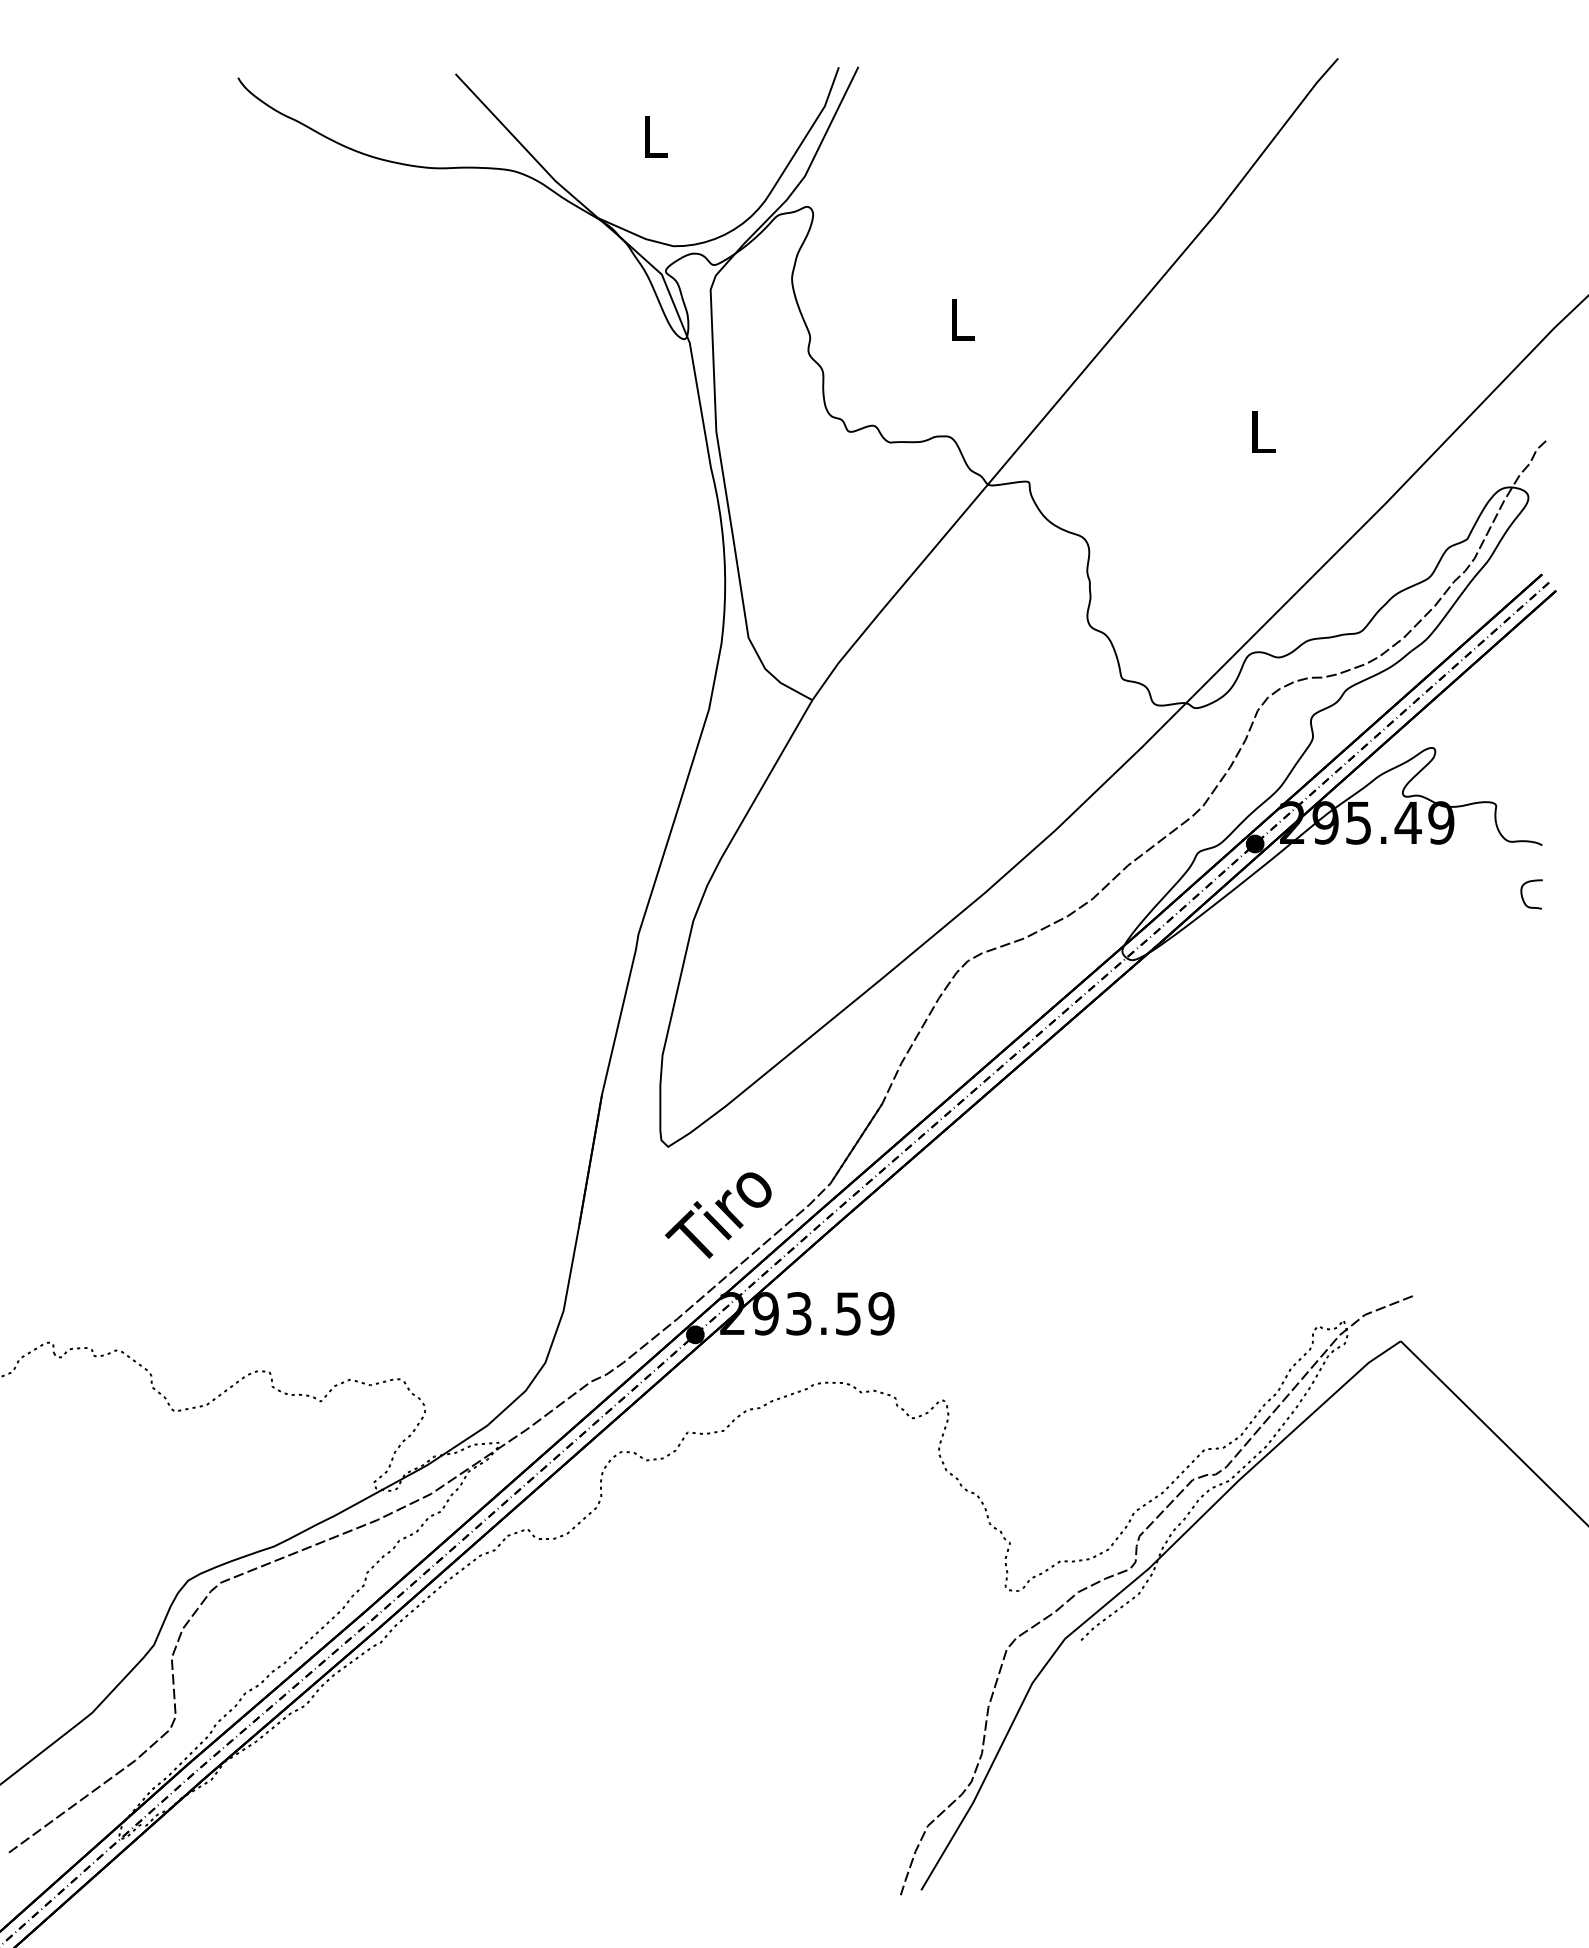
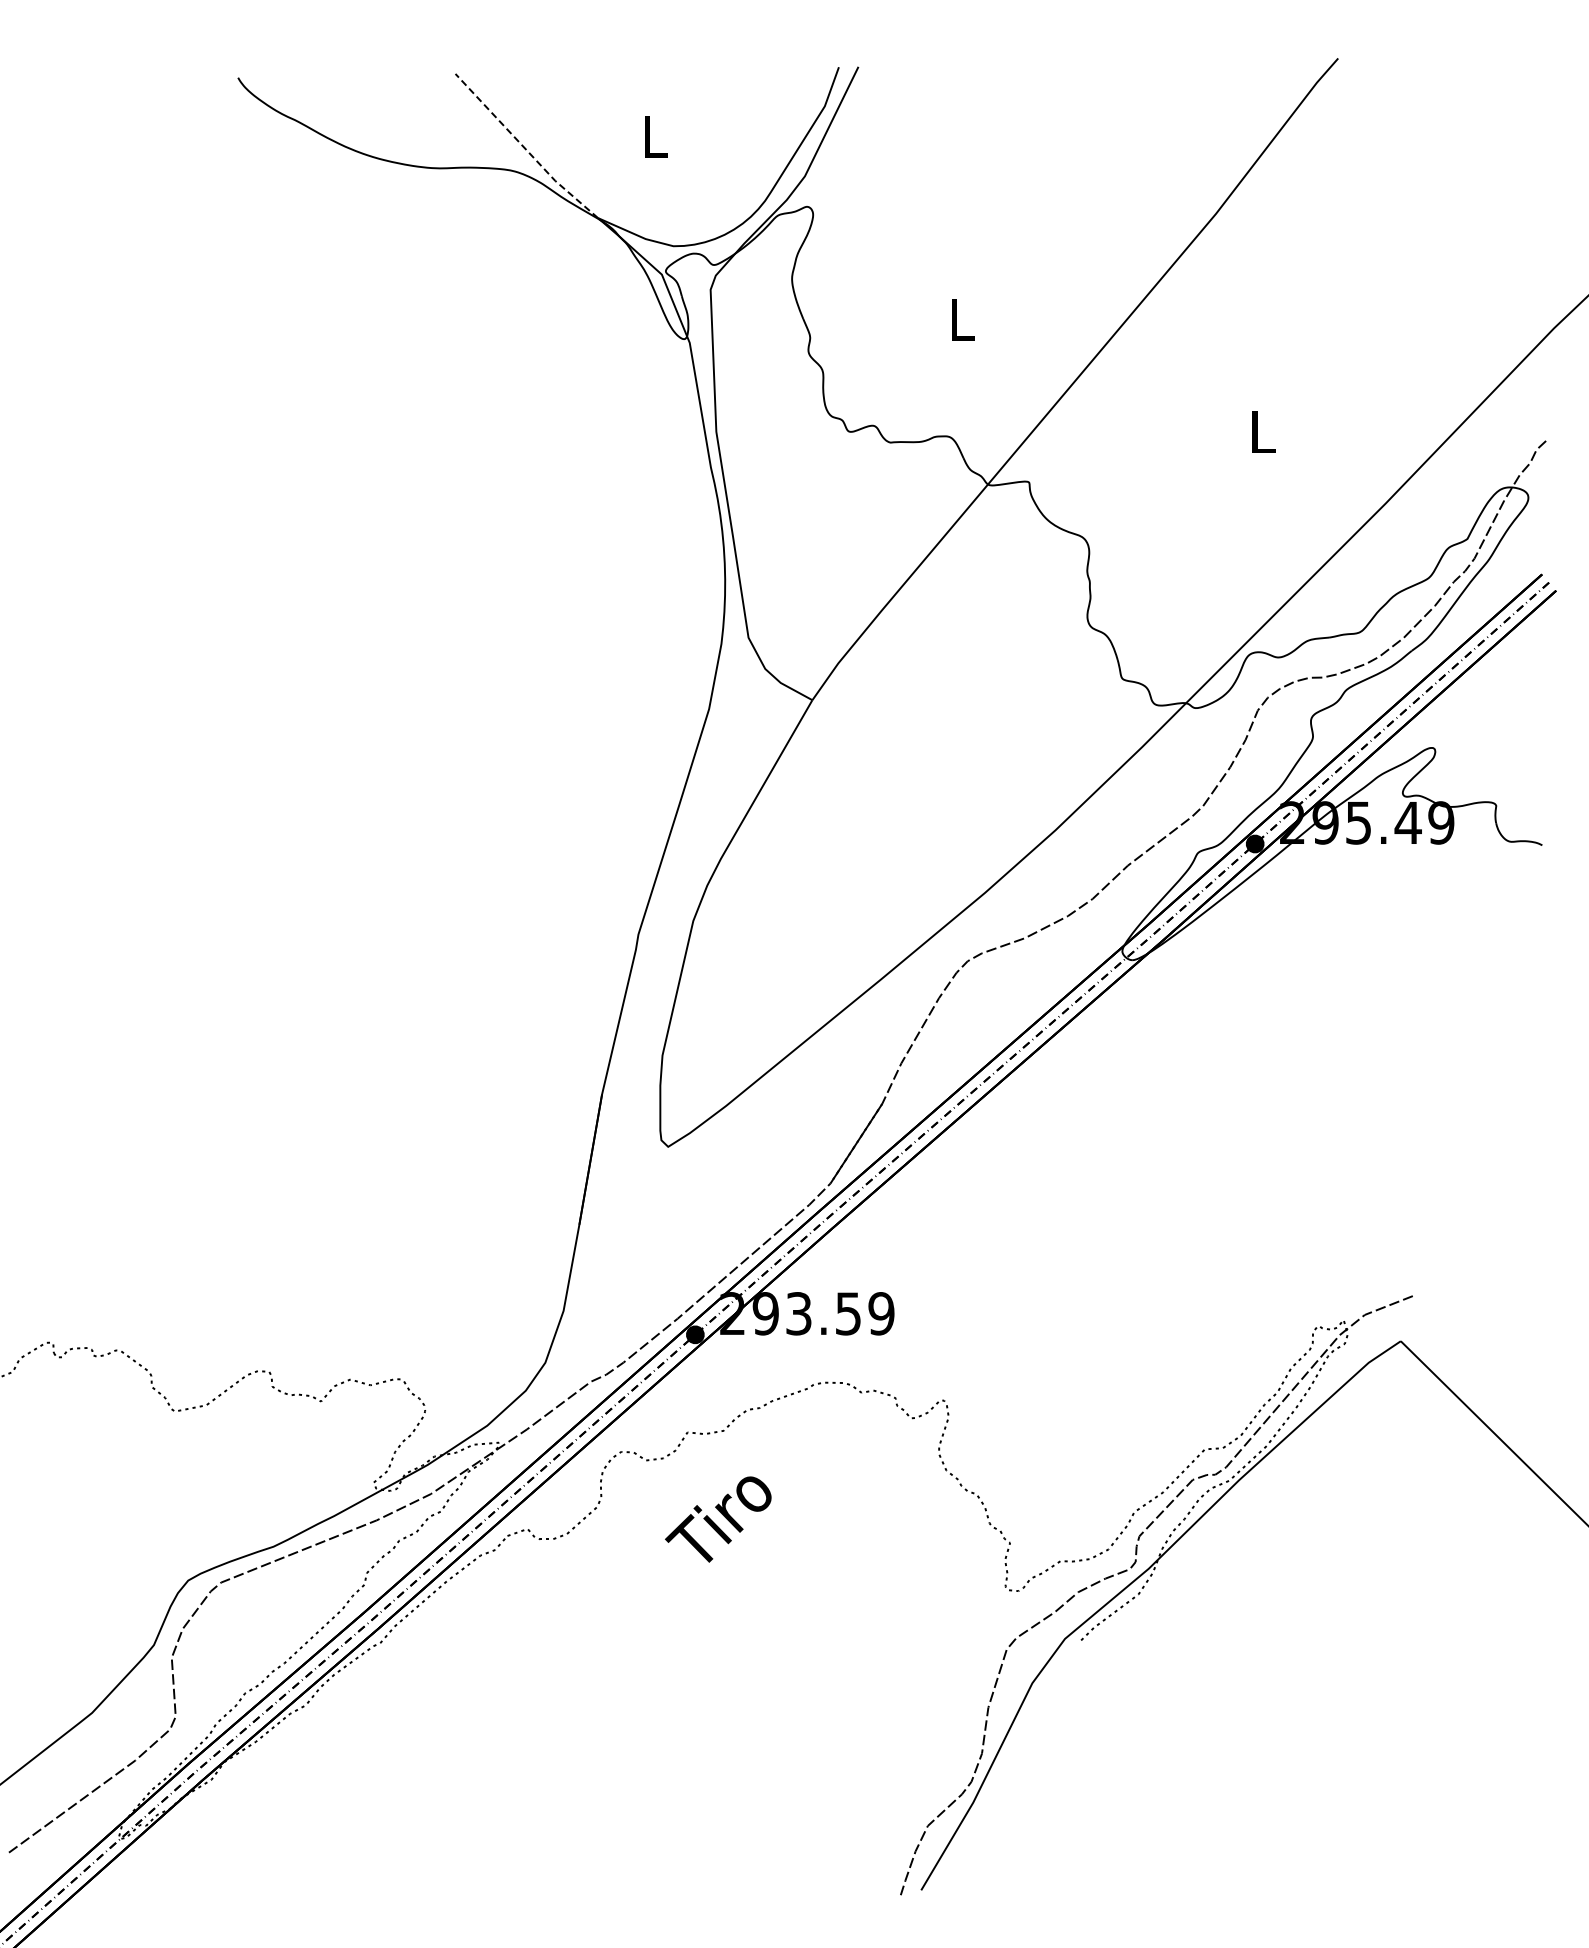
line at (524, 148): solid -> dashed
curve at (1523, 897): present -> none
text at (718, 1215) position: (718, 1215) -> (718, 1519)
